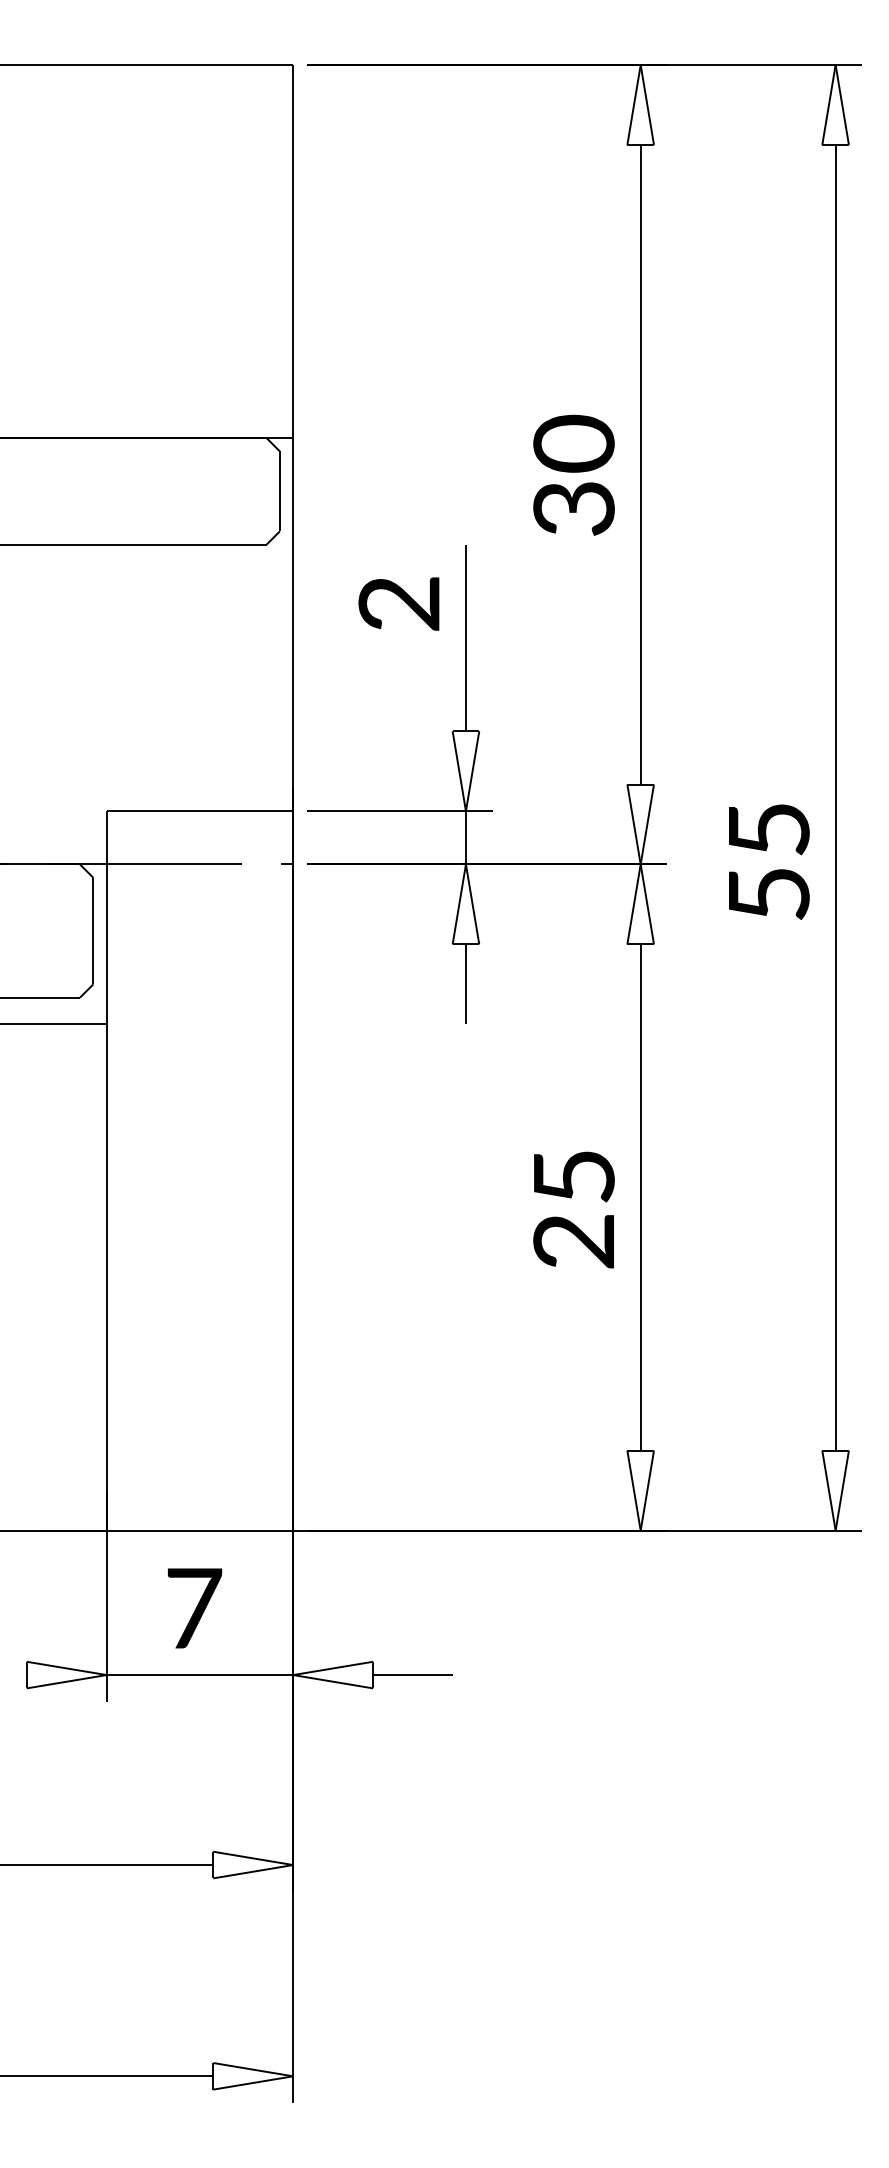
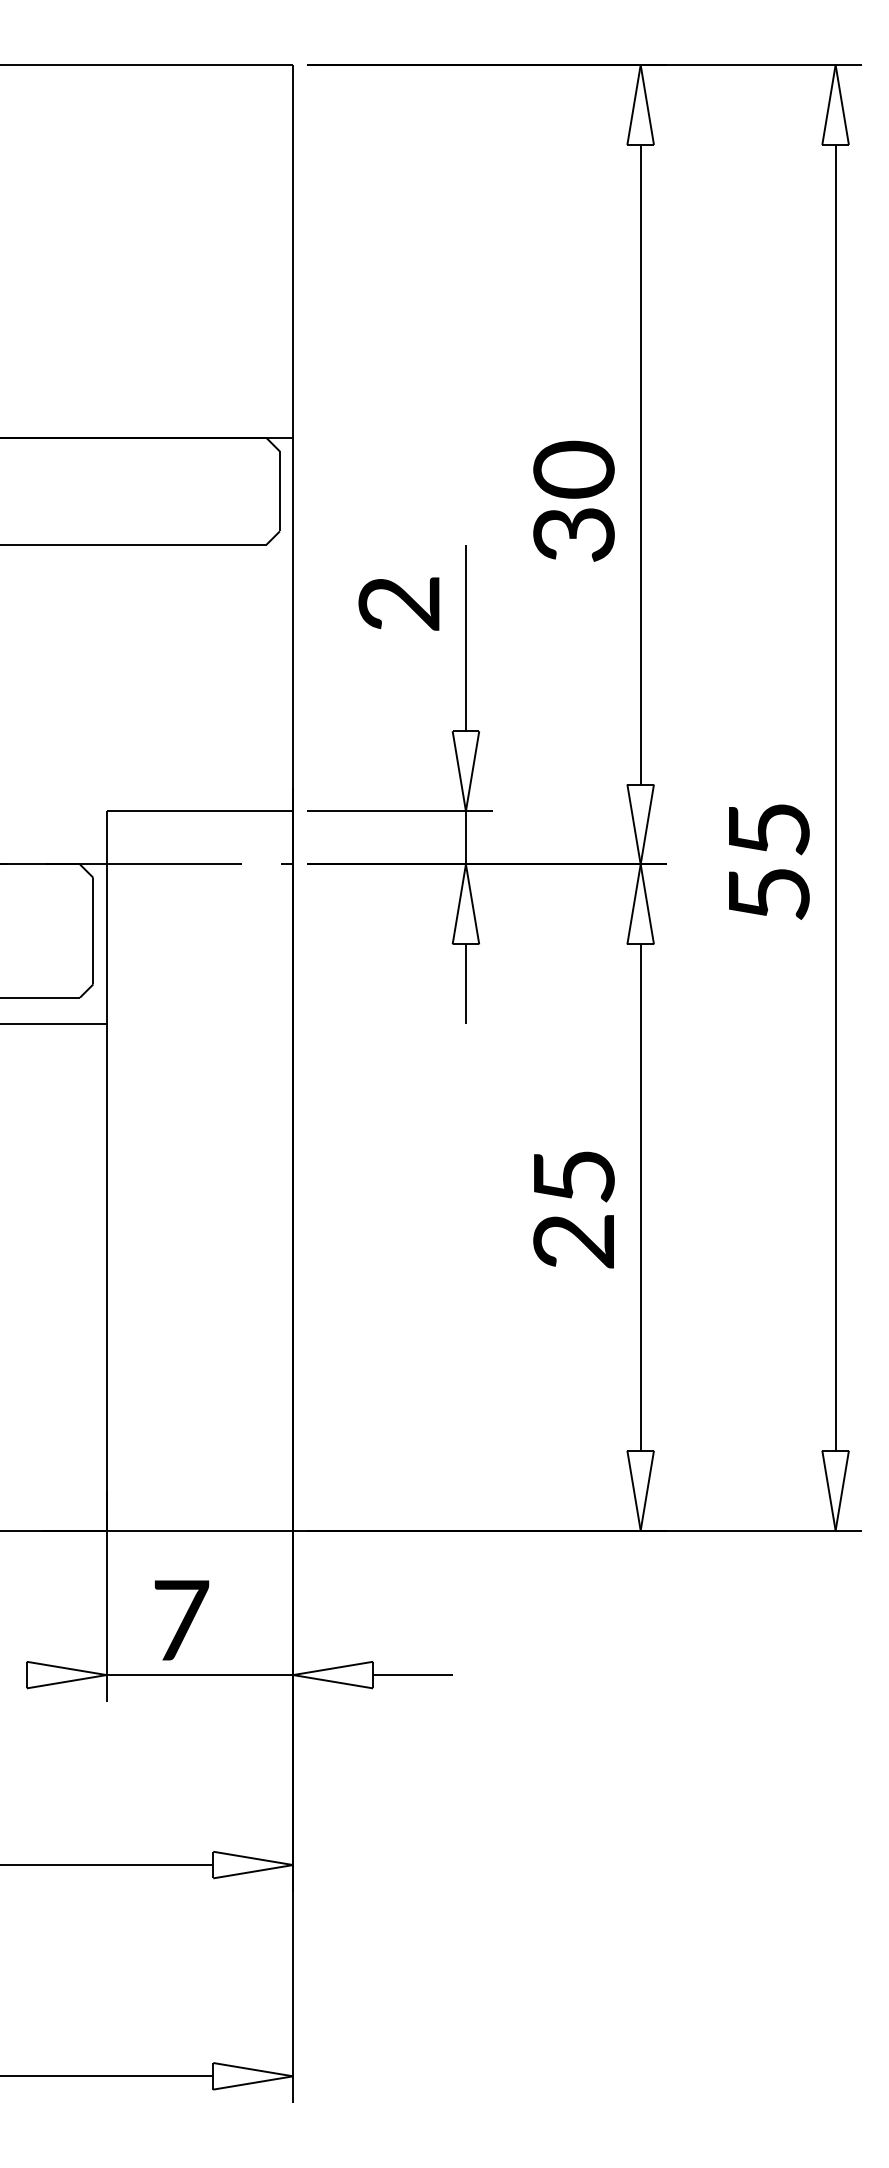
text at (573, 474) position: (573, 474) -> (573, 500)
text at (195, 1608) position: (195, 1608) -> (182, 1620)
